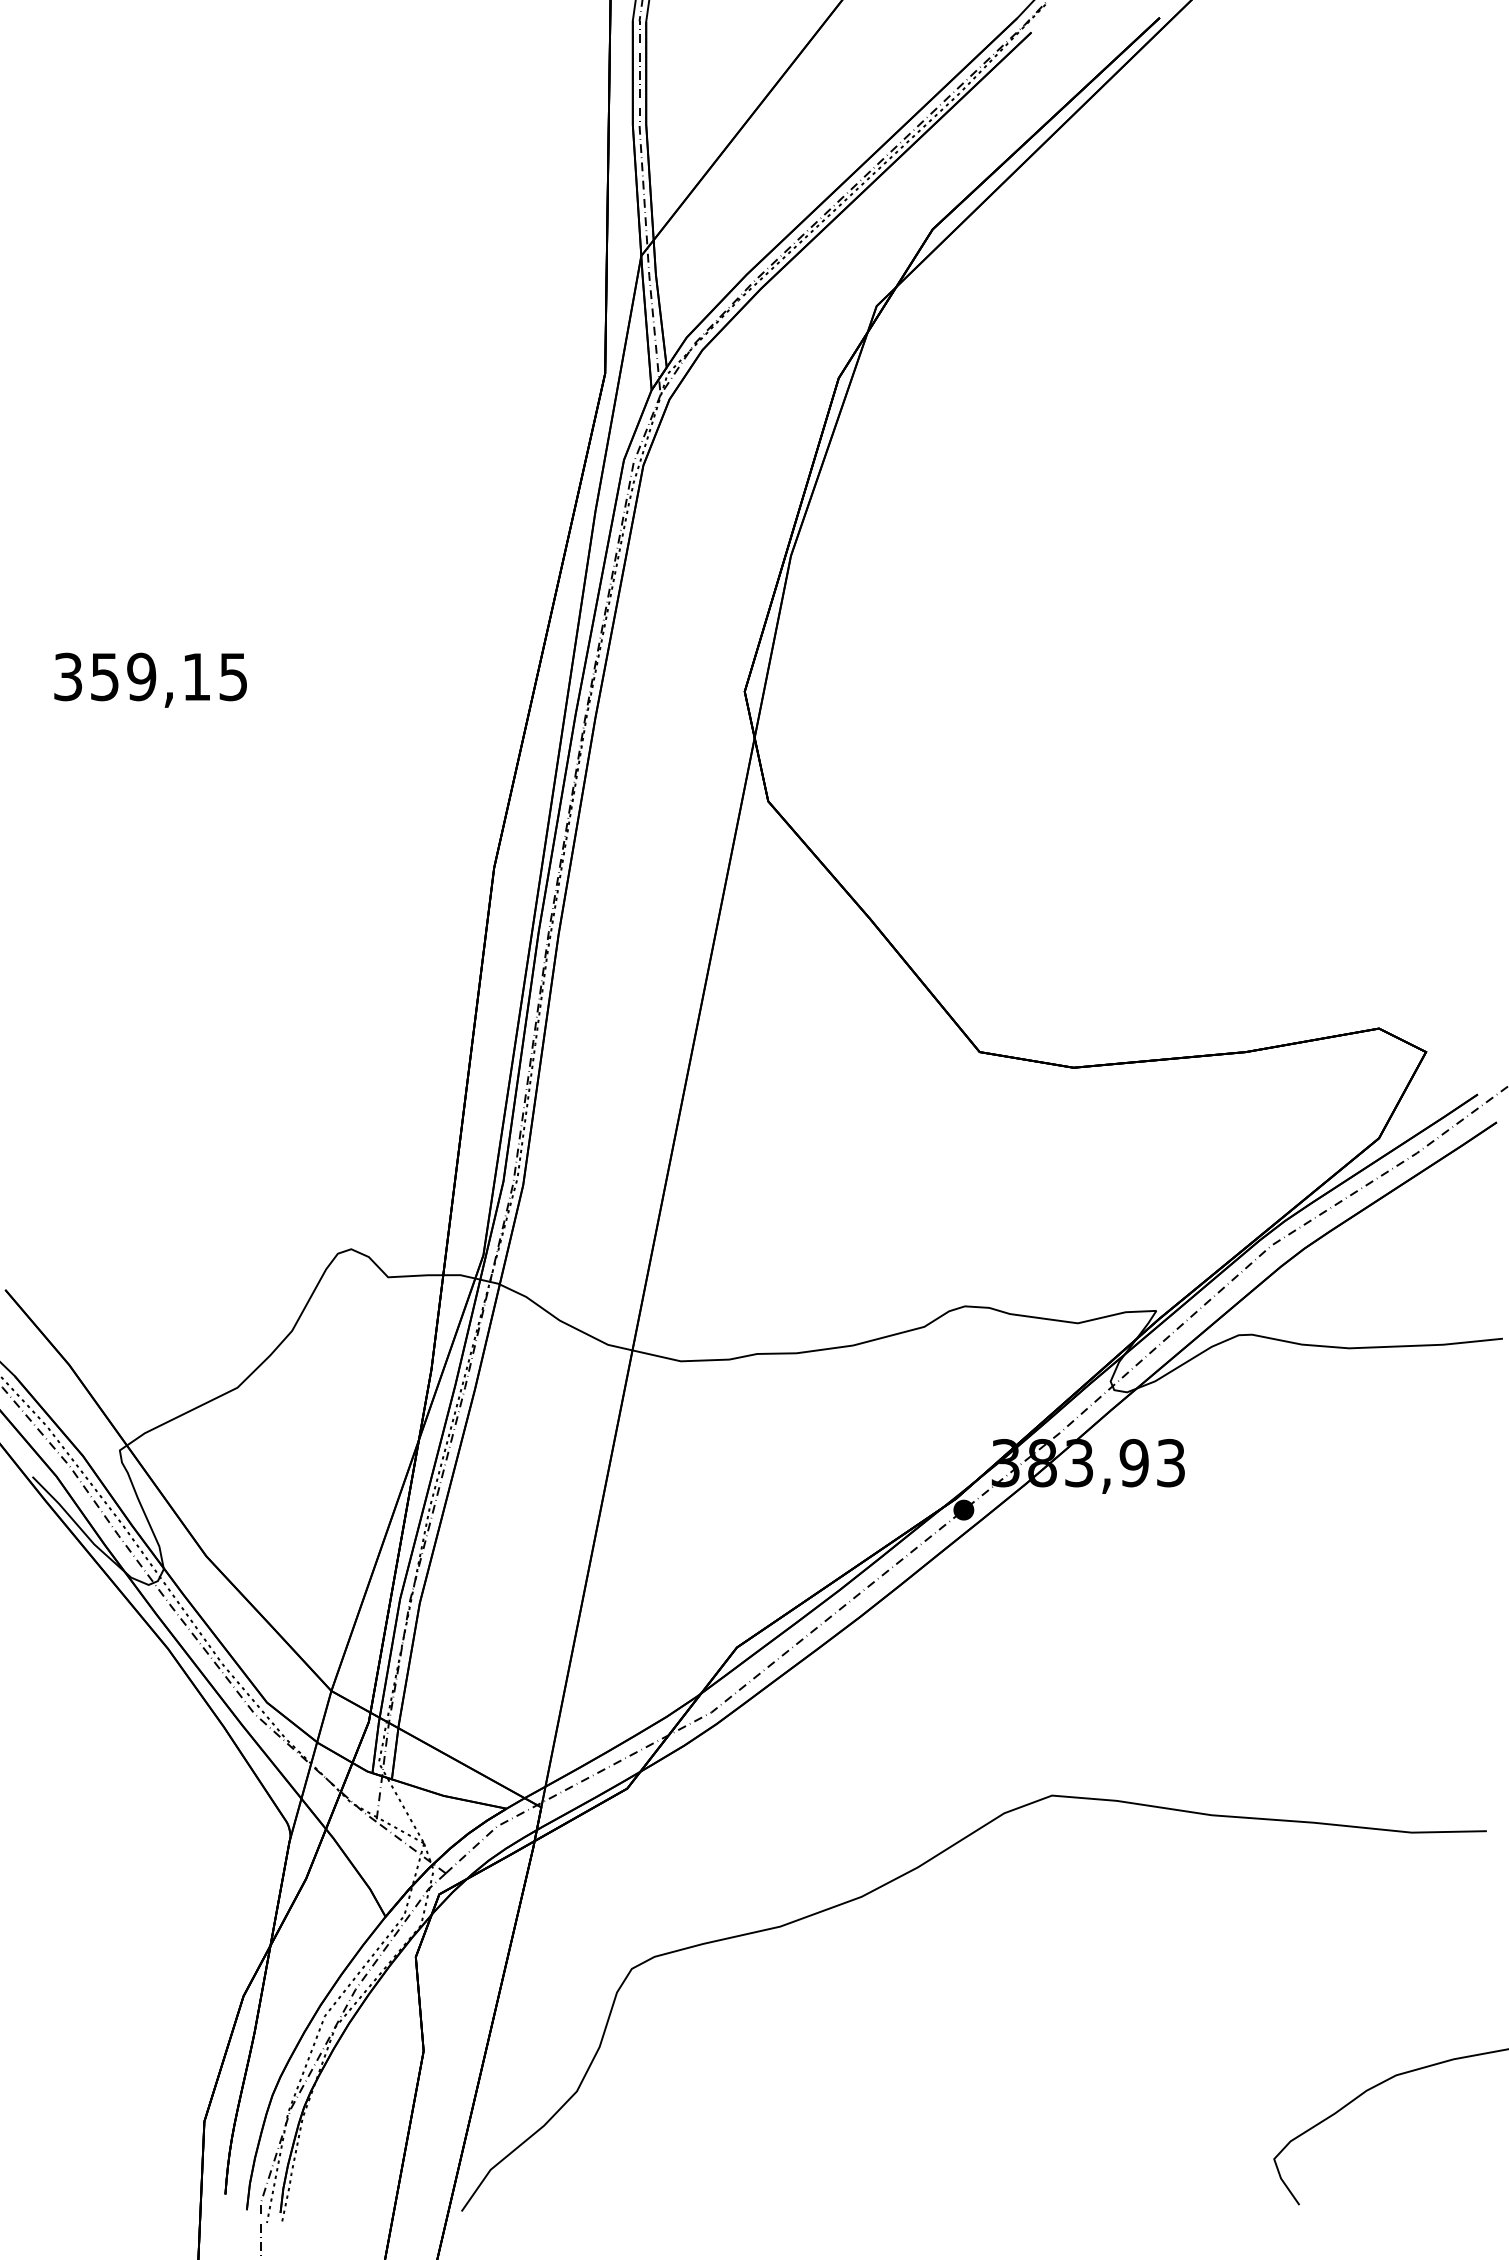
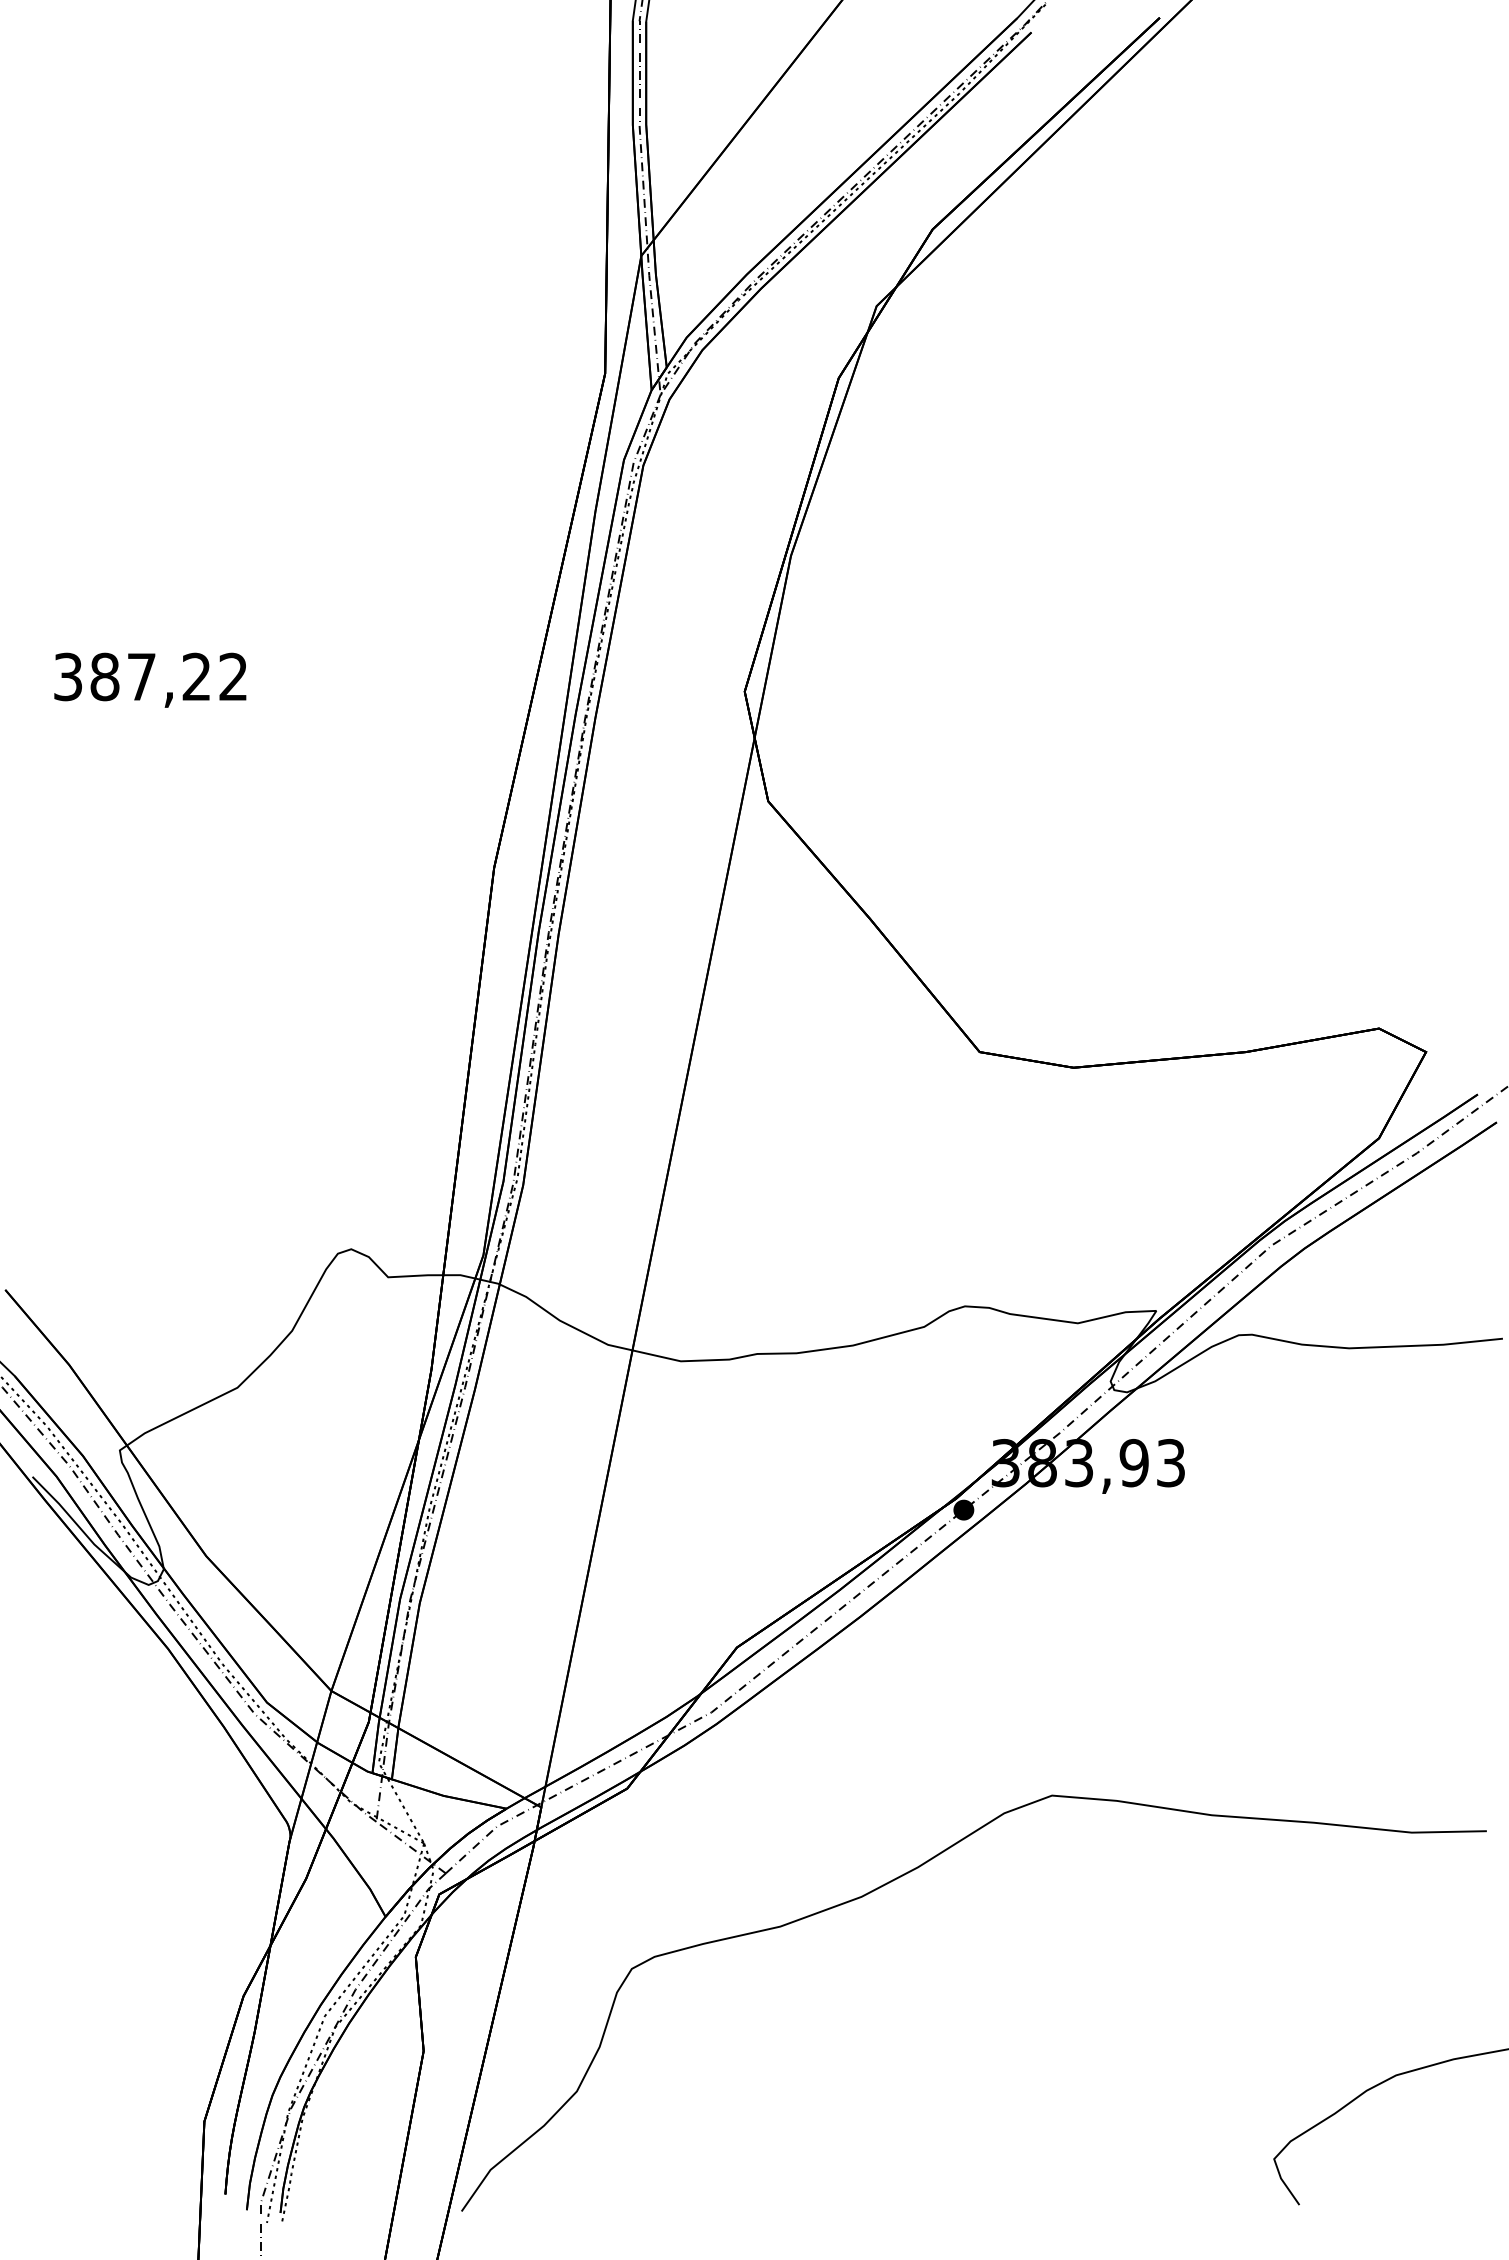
text at (168, 676): 359,15 -> 387,22
